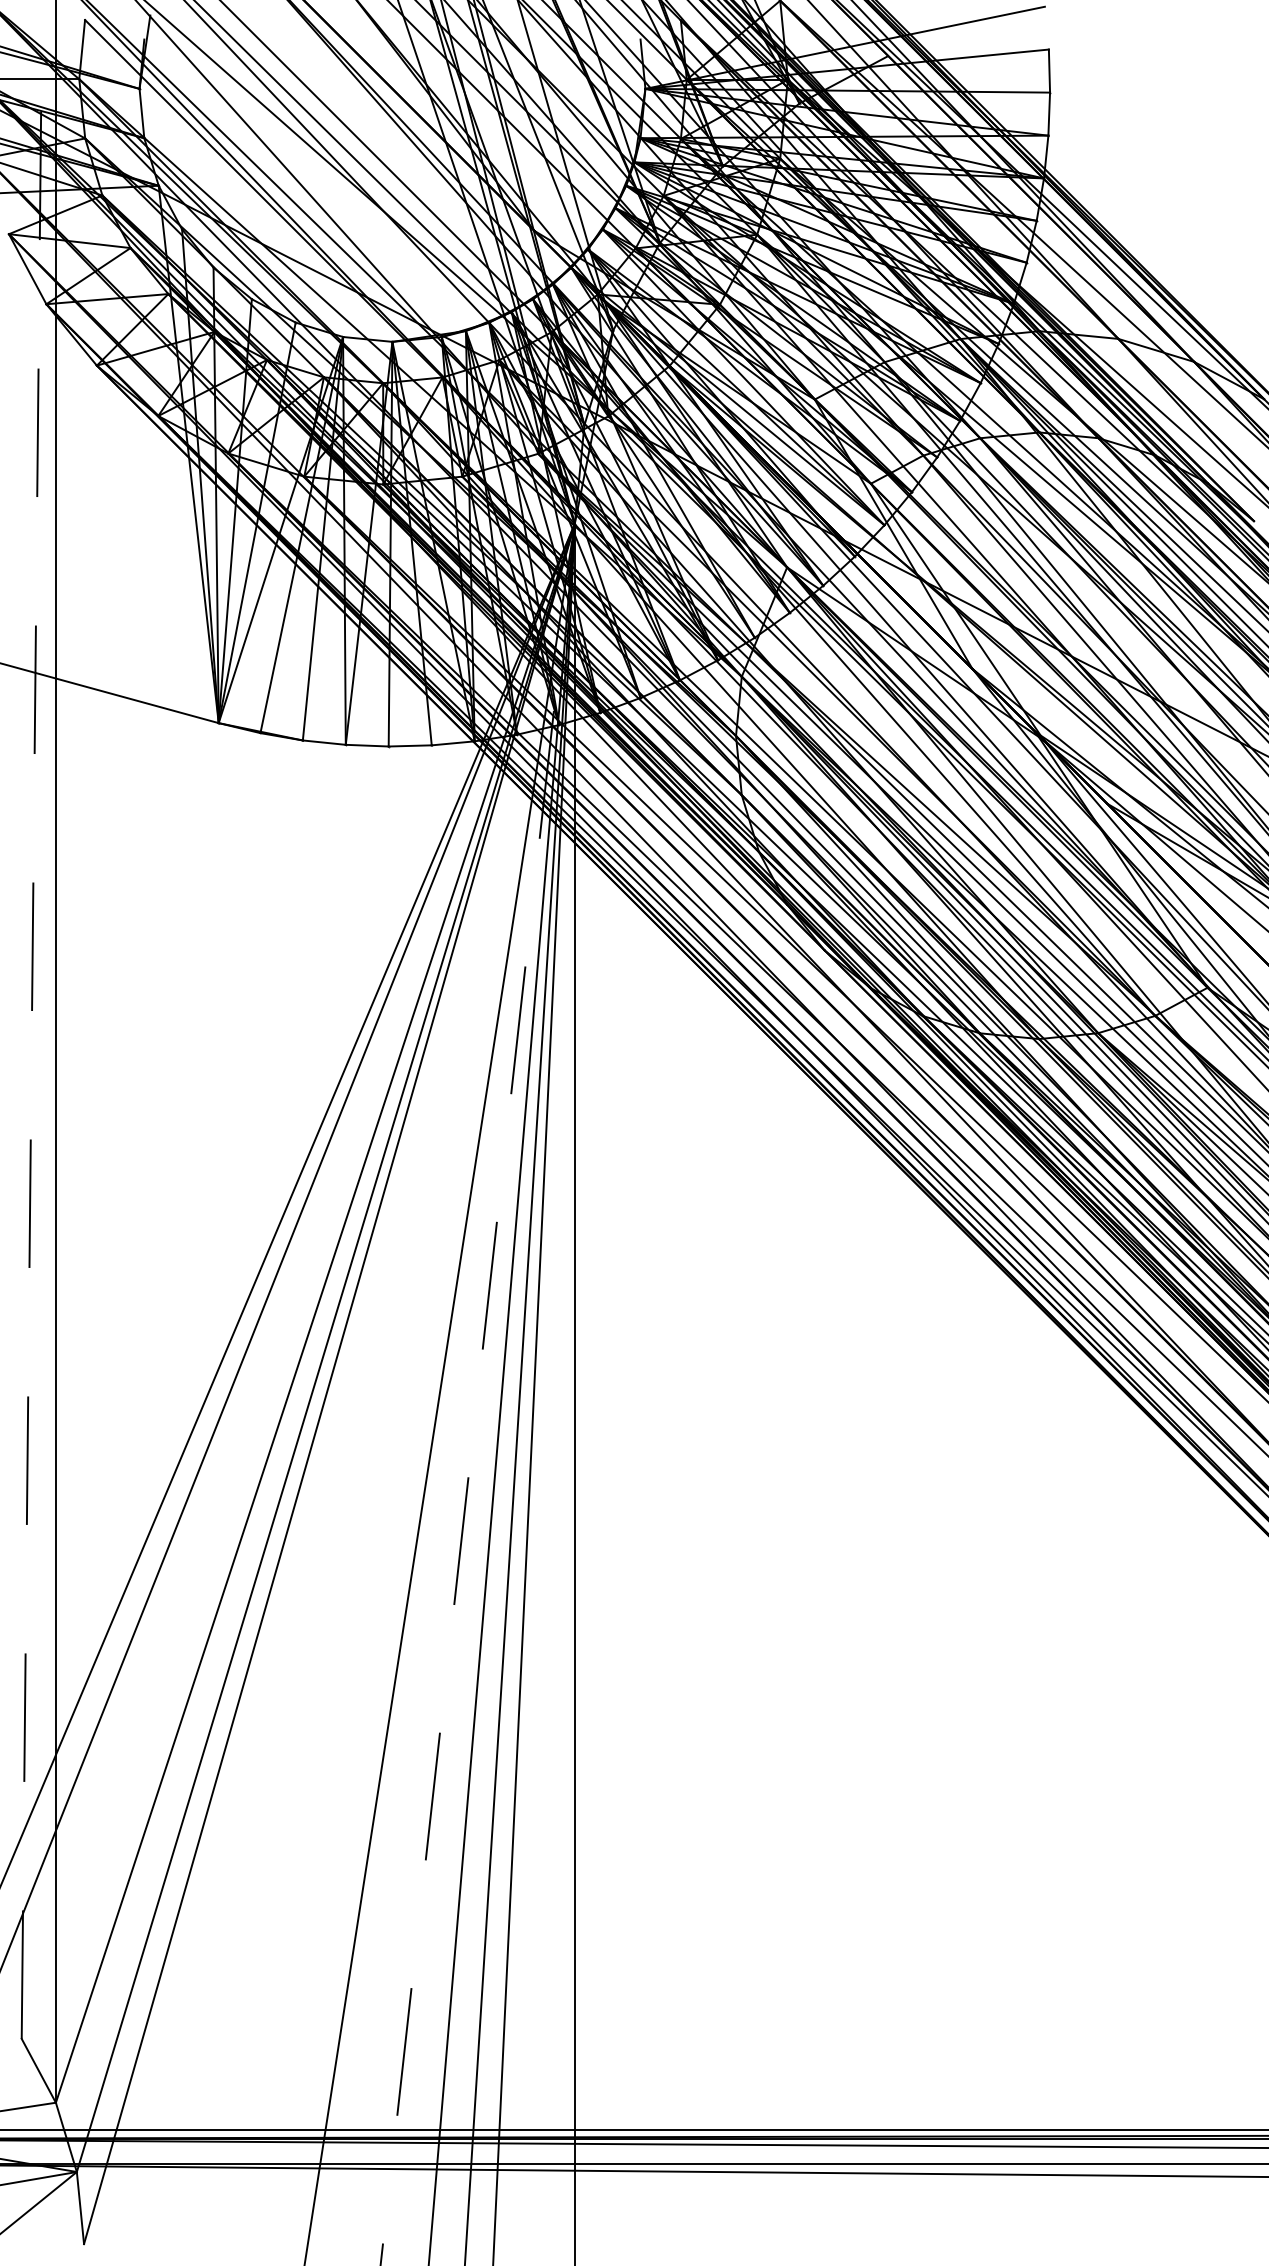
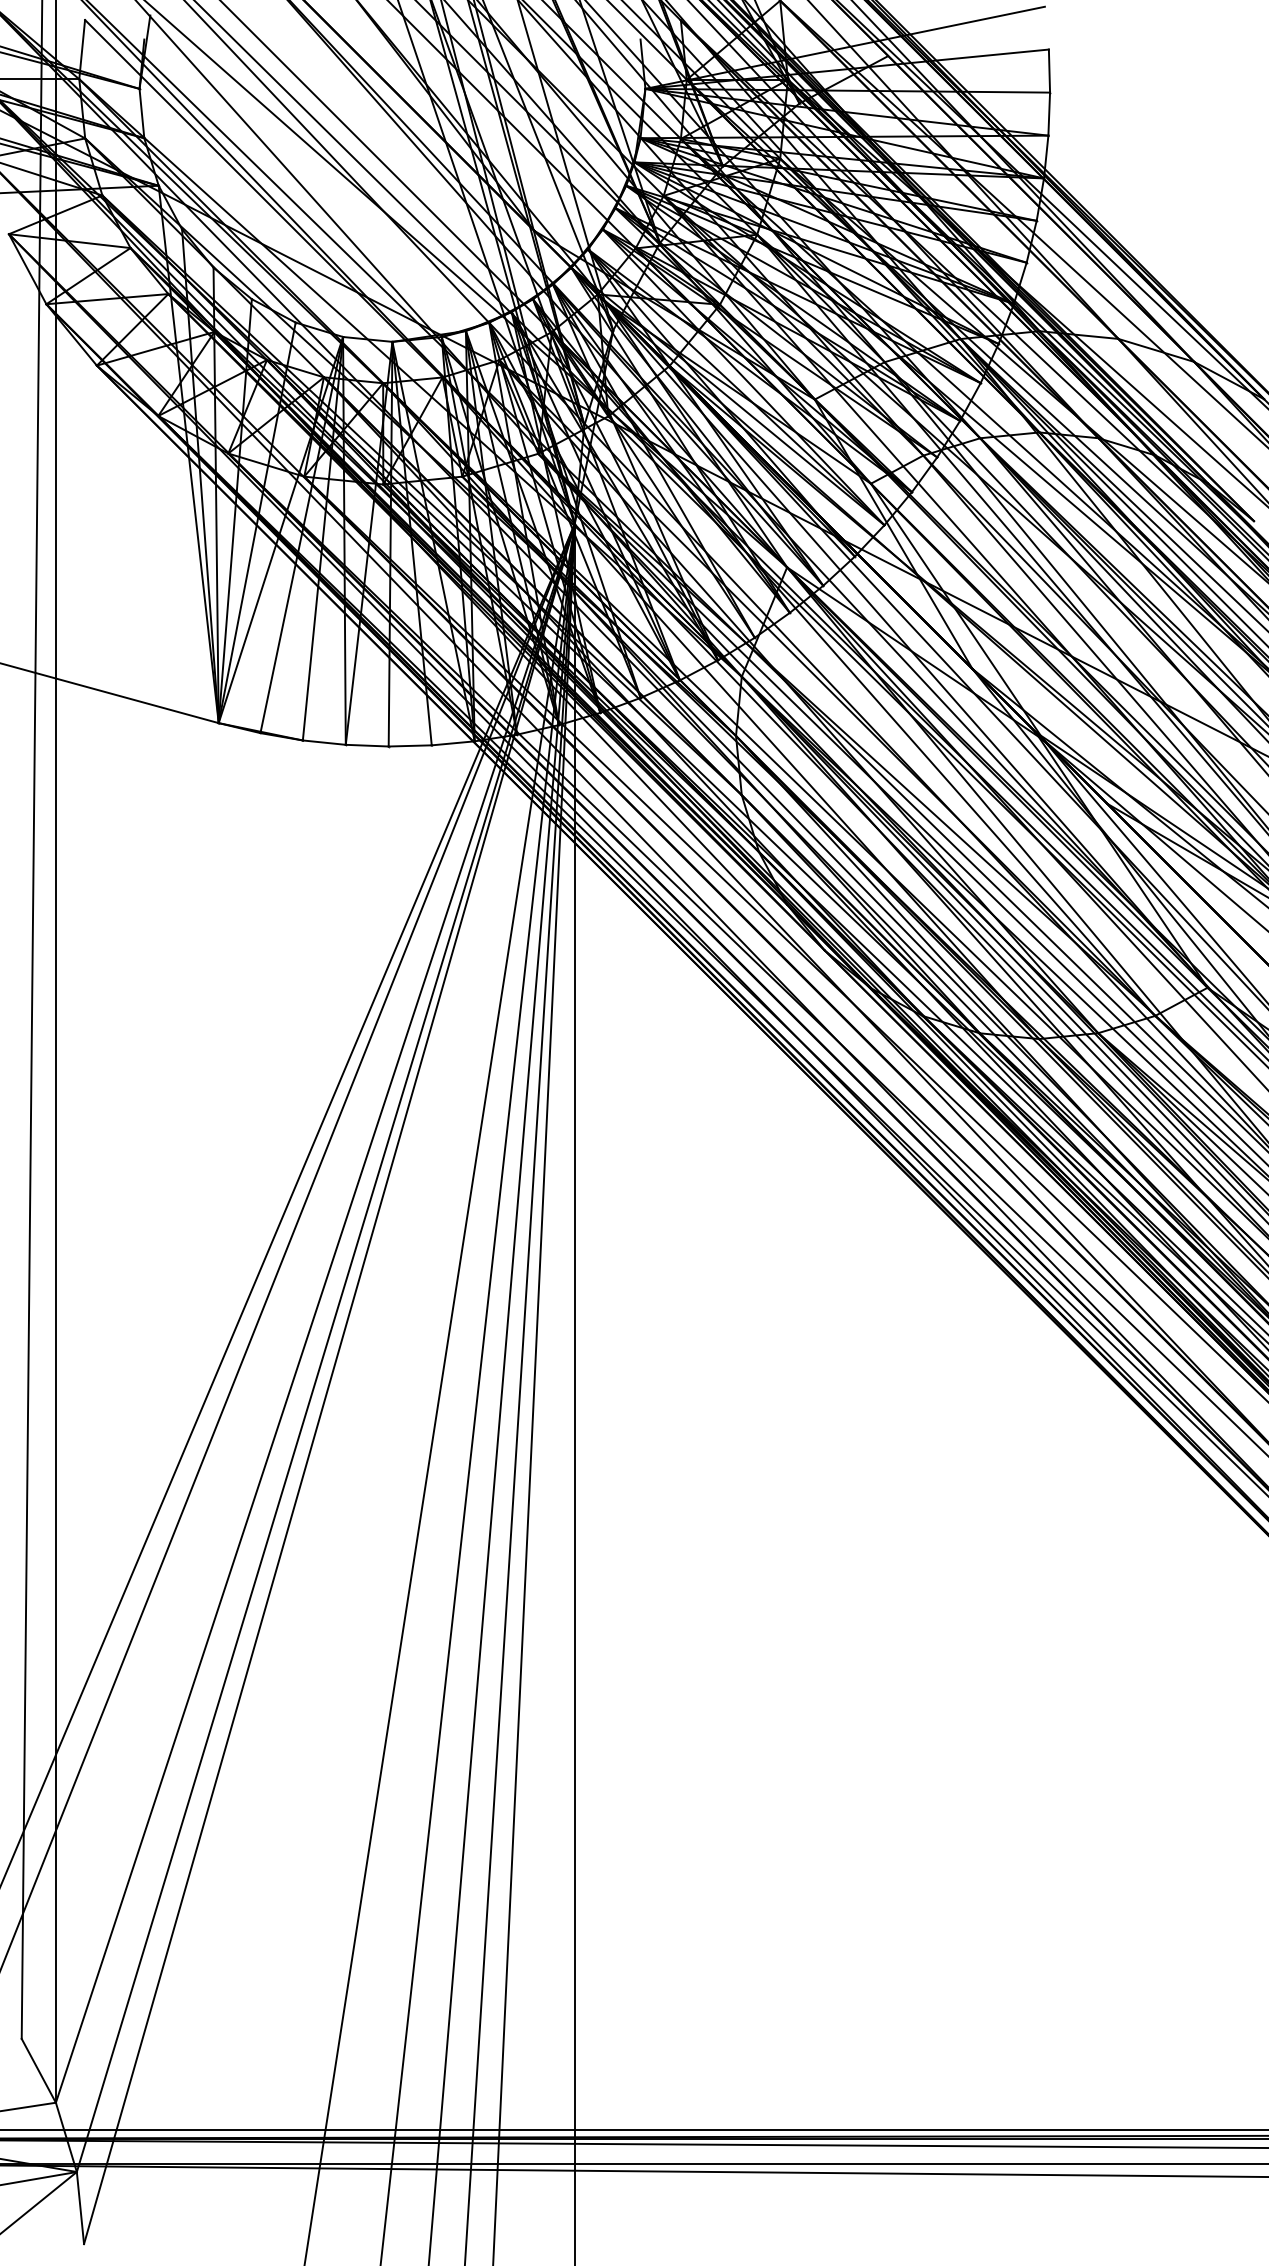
line at (31, 1019): dashed -> solid
line at (477, 1394): dashed -> solid
